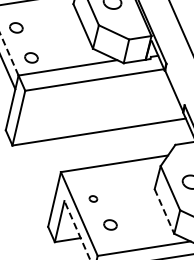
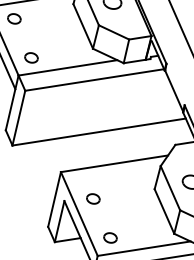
part at (16, 27) position: (16, 27) -> (14, 18)
line at (9, 54): dashed -> solid
part at (93, 198) size: 11x8 px -> 15x12 px
line at (164, 211): dashed -> solid
part at (110, 224) position: (110, 224) -> (110, 237)
line at (77, 230): dashed -> solid
